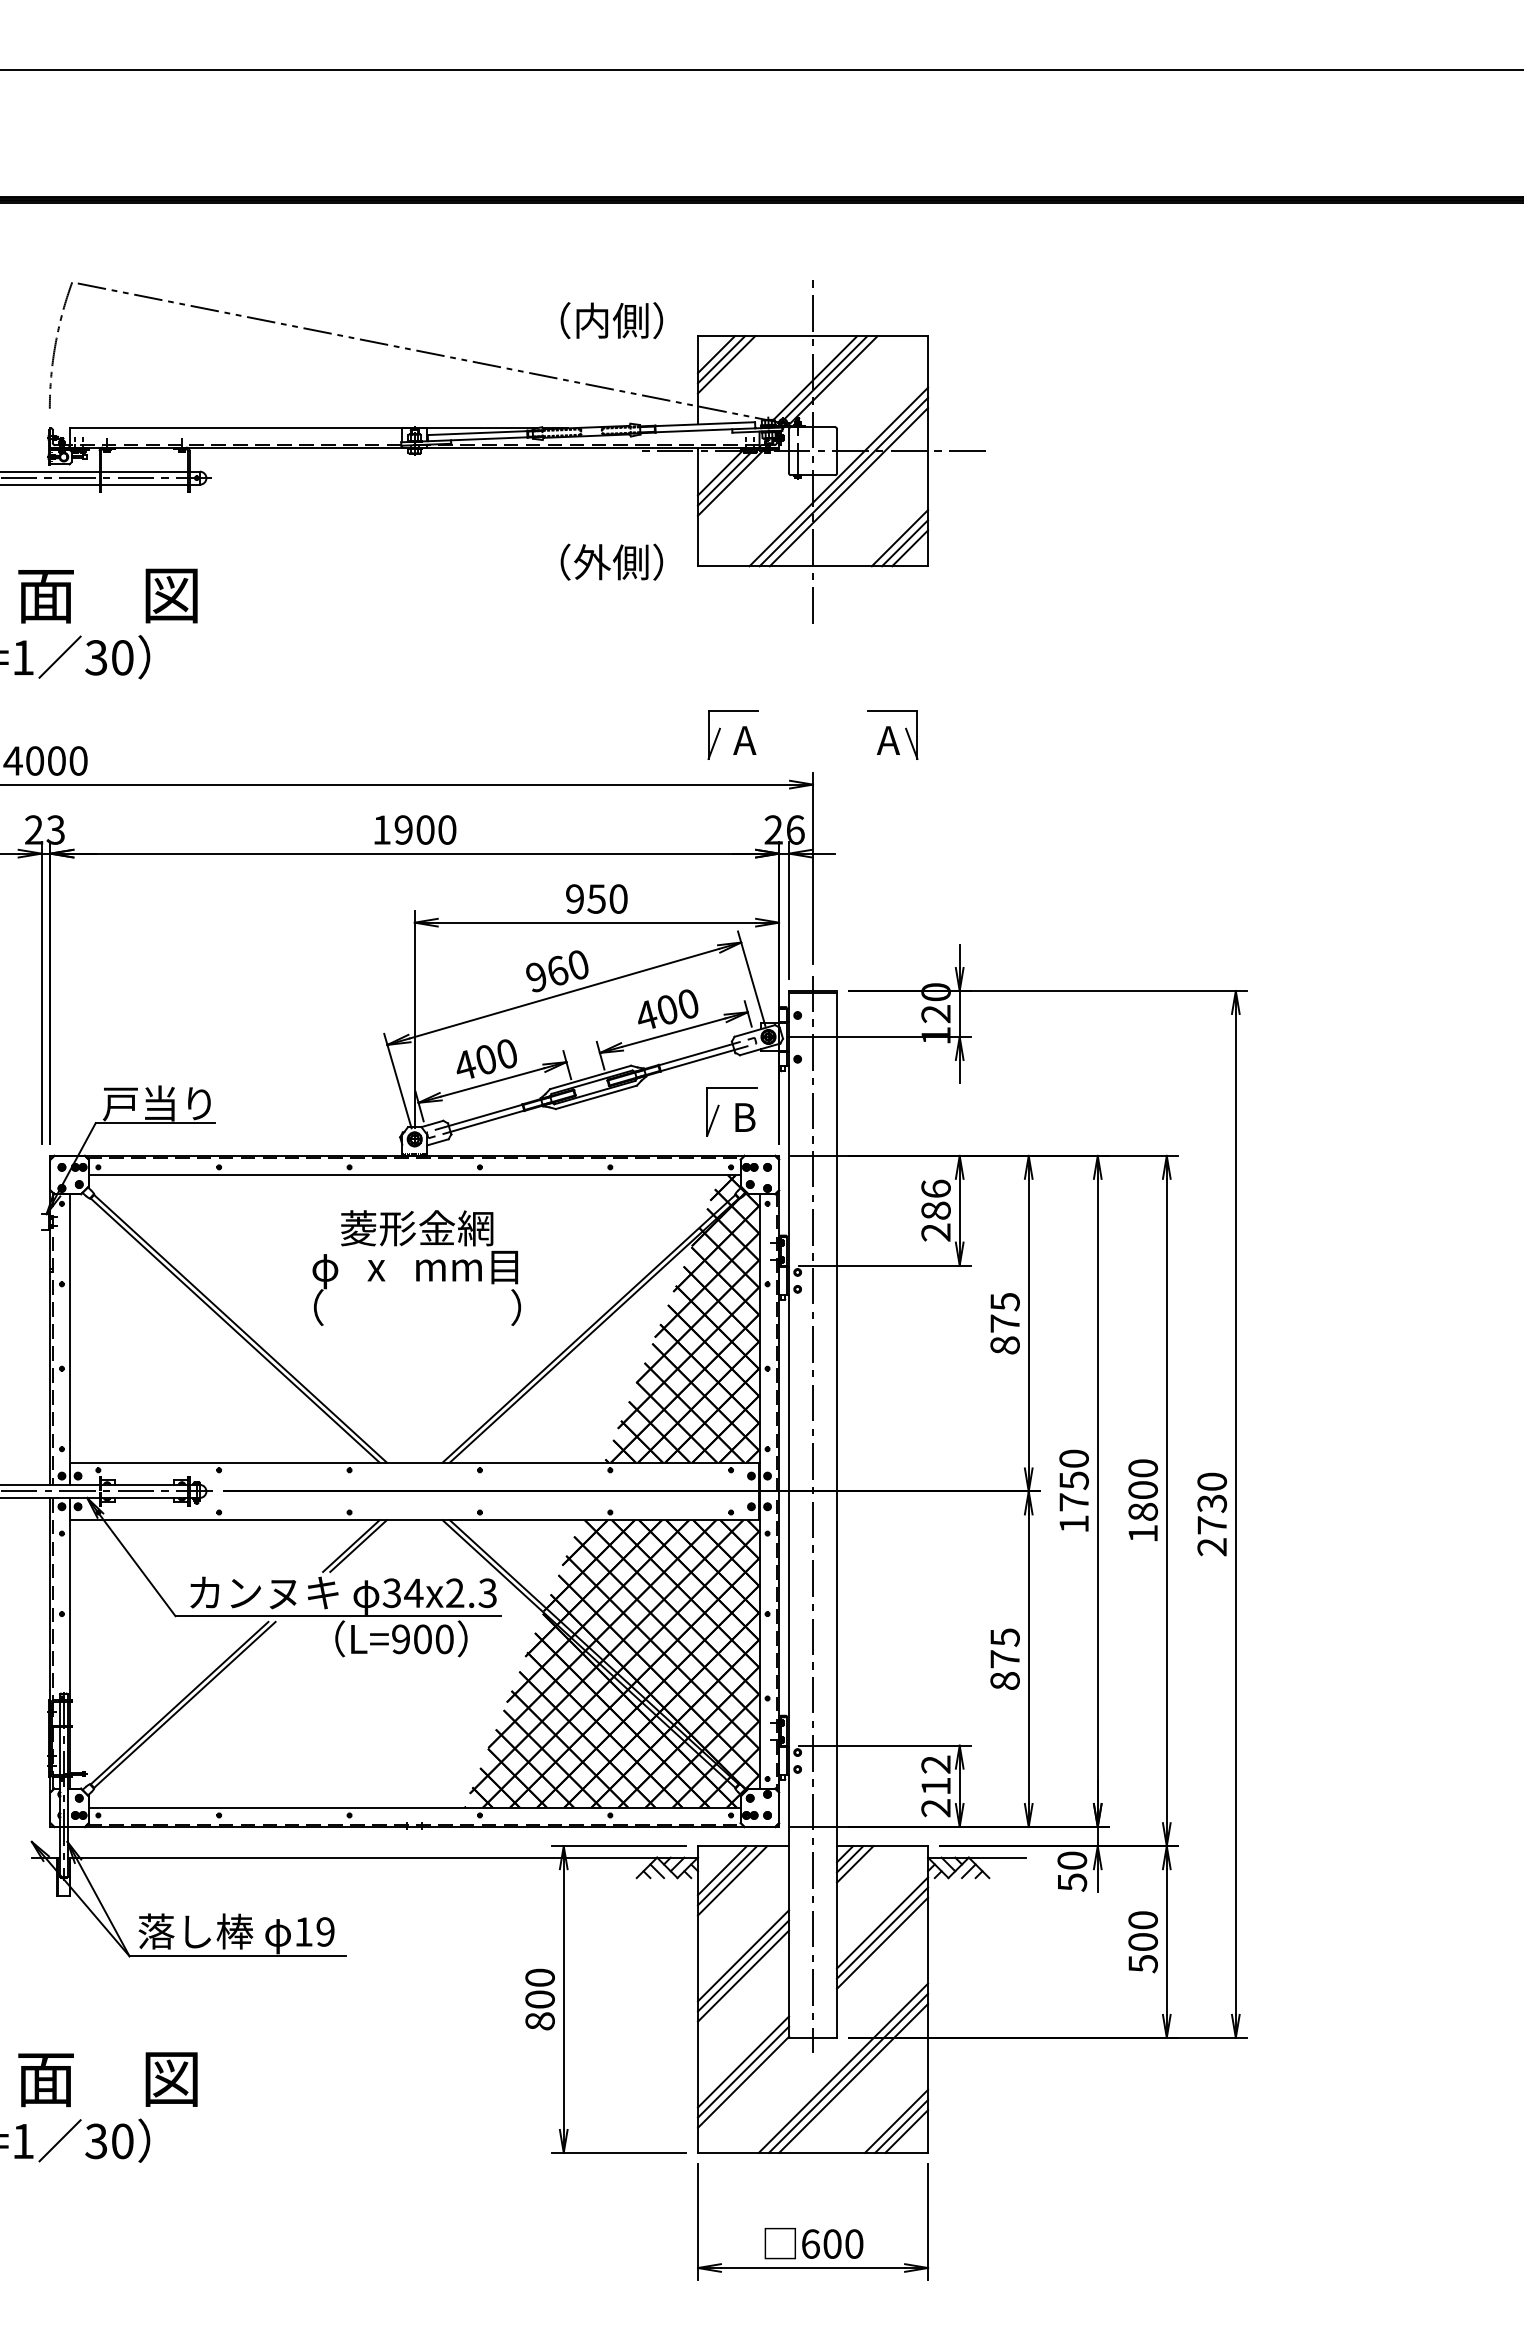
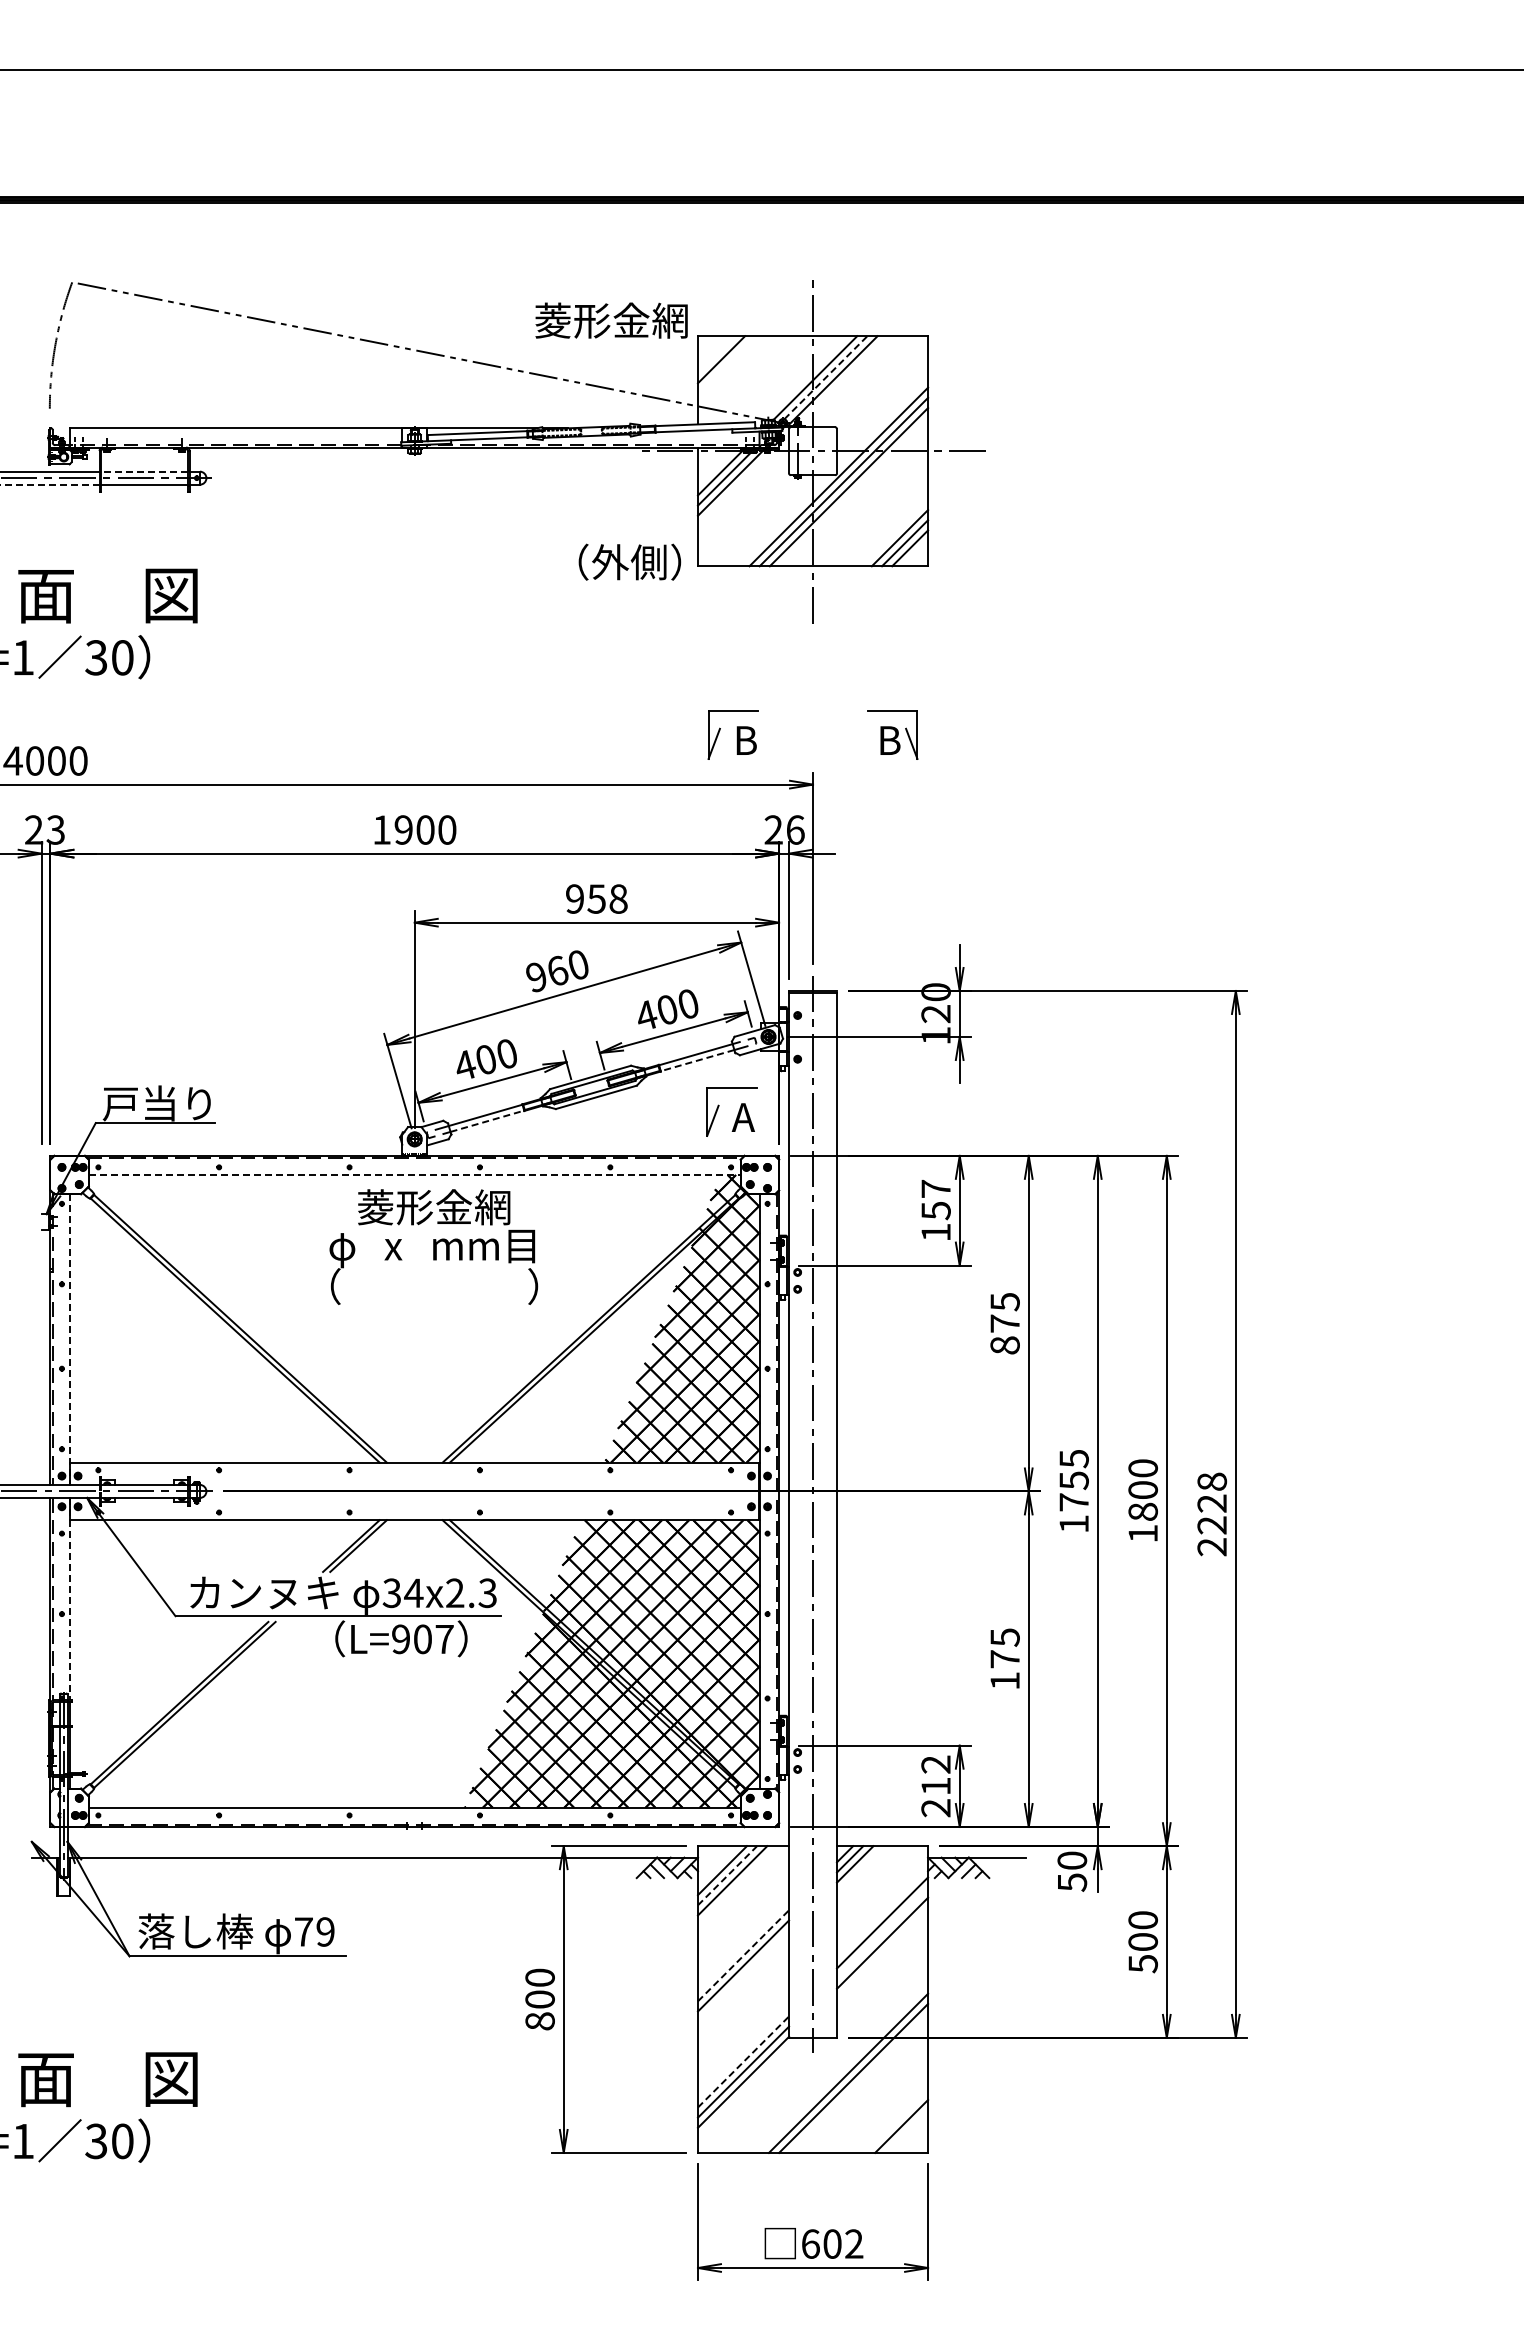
text at (611, 320): （内側） -> 菱形金網
line at (715, 354): present -> none
line at (726, 364): present -> none
line at (825, 377): solid -> dashed
line at (144, 471): solid -> dashed
line at (49, 484): solid -> dashed
text at (611, 561) position: (611, 561) -> (629, 561)
text at (744, 740): A -> B
text at (888, 740): A -> B
text at (618, 898): 950 -> 958
line at (697, 1060): solid -> dashed
text at (743, 1117): B -> A
line at (487, 1121): solid -> dashed
line at (414, 1175): solid -> dashed
text at (935, 1210): 286 -> 157
text at (416, 1267) position: (416, 1267) -> (433, 1246)
line at (69, 1340): solid -> dashed
text at (1073, 1458): 1750 -> 1755
text at (1212, 1503): 2730 -> 2228
line at (69, 1599): solid -> dashed
text at (444, 1639): L=900 -> L=907
text at (1004, 1680): 875 -> 175
line at (727, 1875): solid -> dashed
text at (303, 1931): 19 -> 79
line at (882, 1932): present -> none
line at (743, 1955): solid -> dashed
line at (743, 1975): present -> none
line at (743, 2061): solid -> dashed
line at (843, 2067): present -> none
line at (896, 2120): present -> none
line at (906, 2131): present -> none
text at (854, 2243): 600 -> 602
